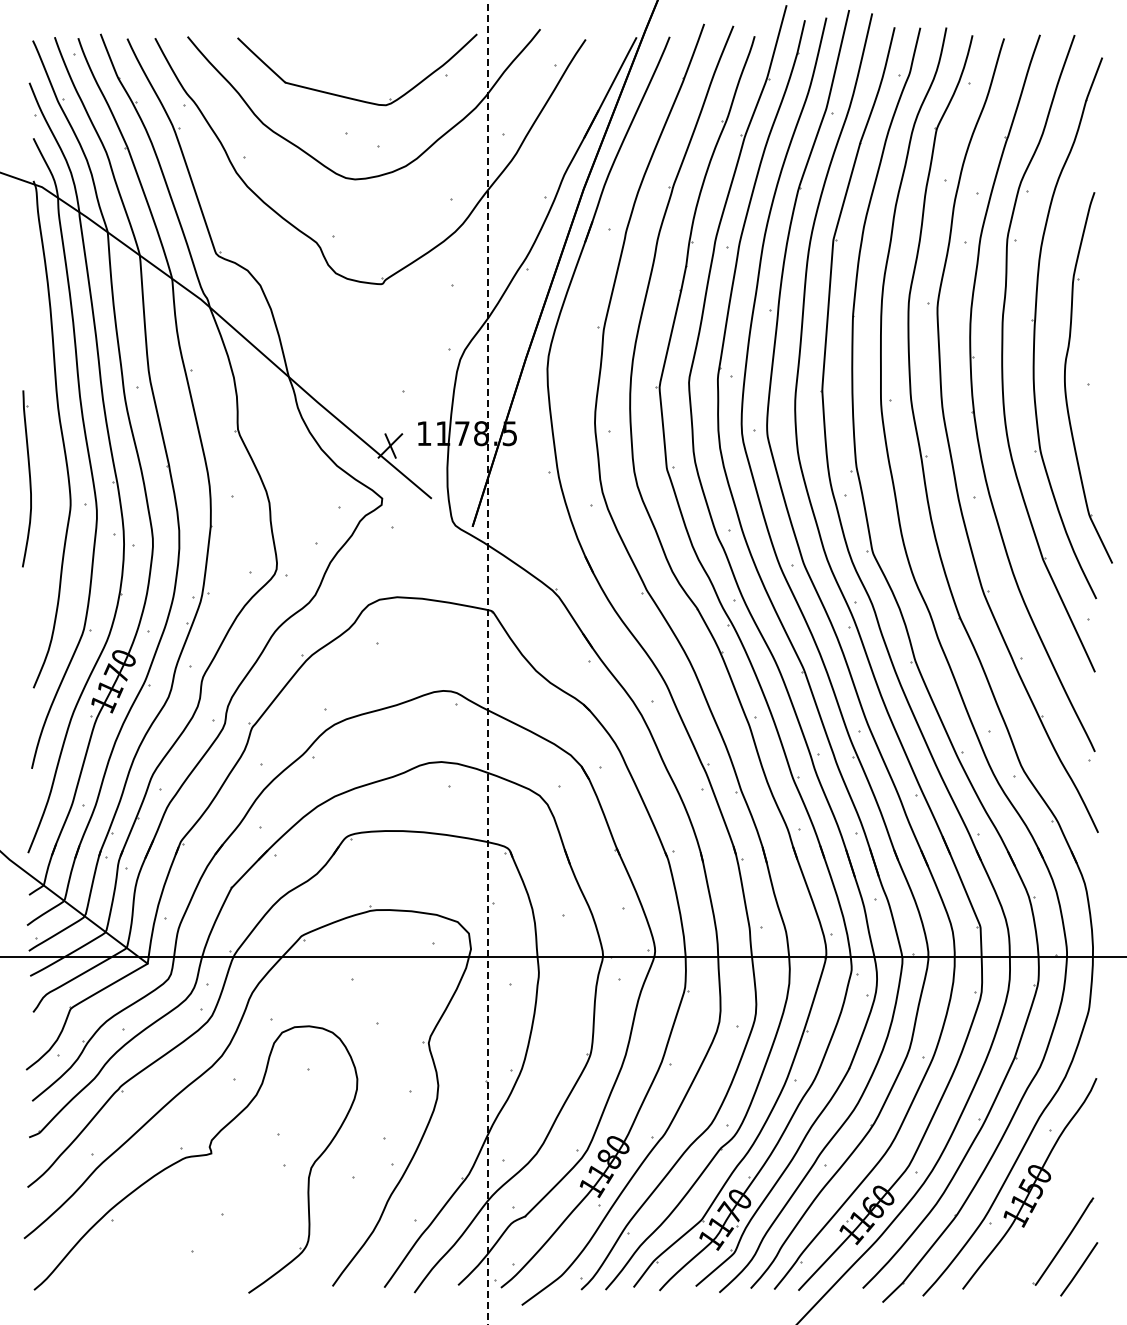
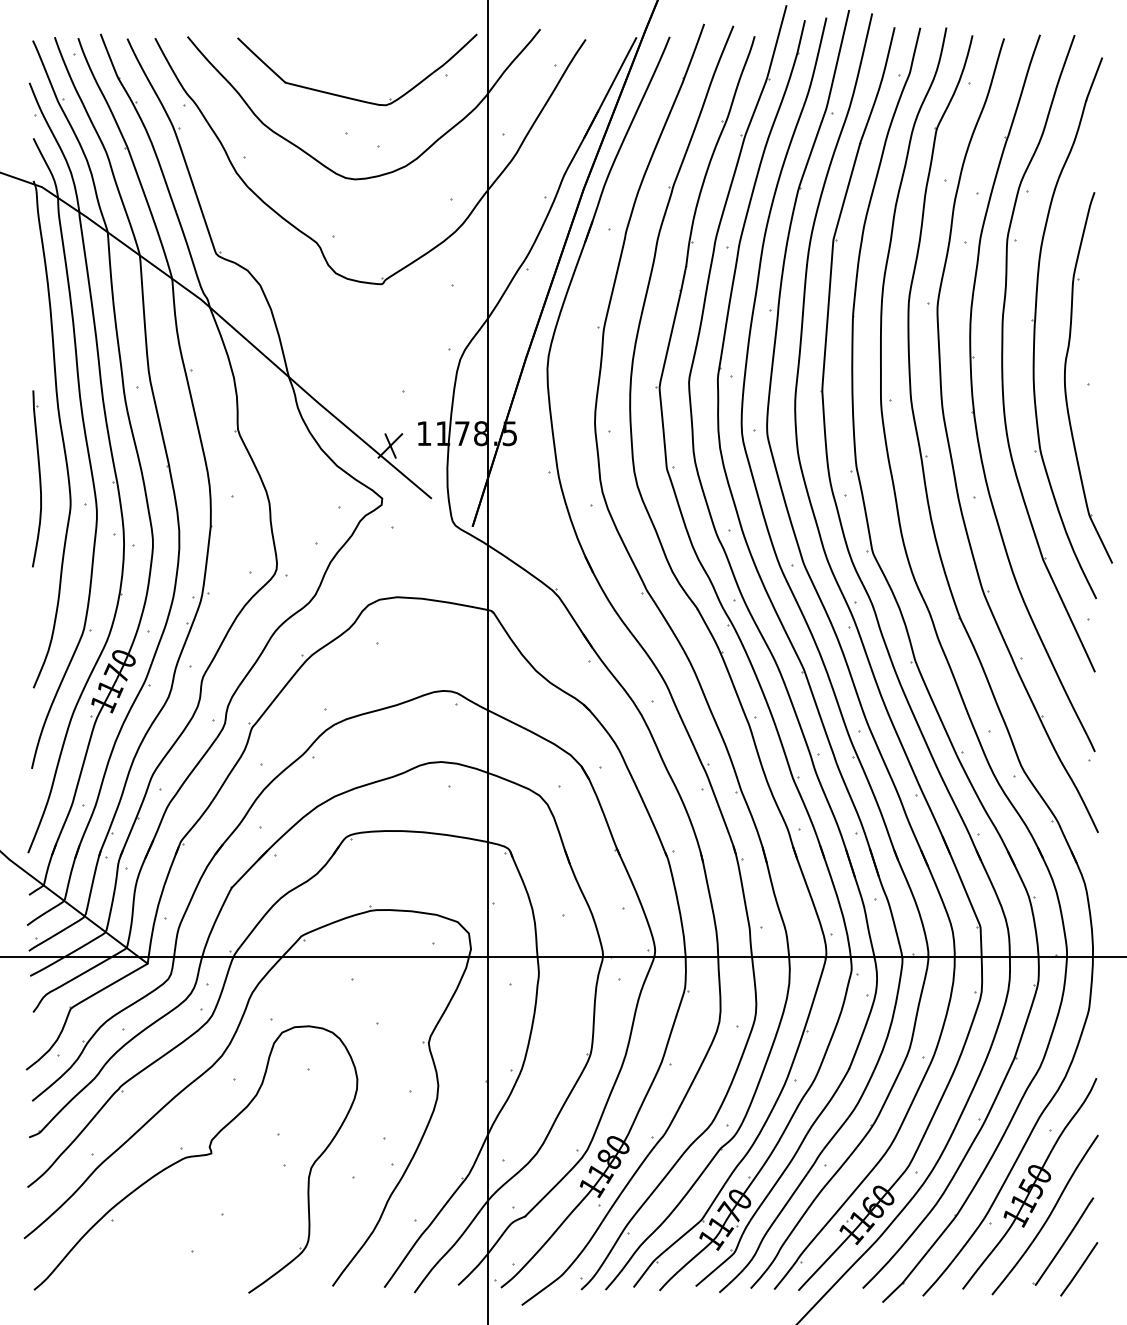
part at (26, 478) position: (26, 478) -> (36, 478)
line at (488, 662): dashed -> solid
curve at (1048, 1215): none -> present
